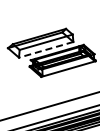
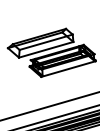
line at (45, 49): dashed -> solid
